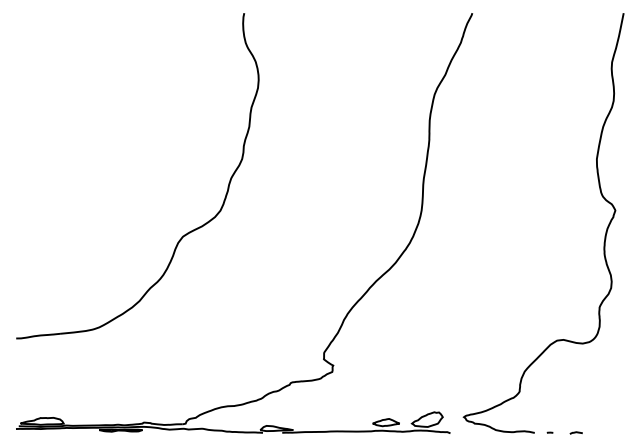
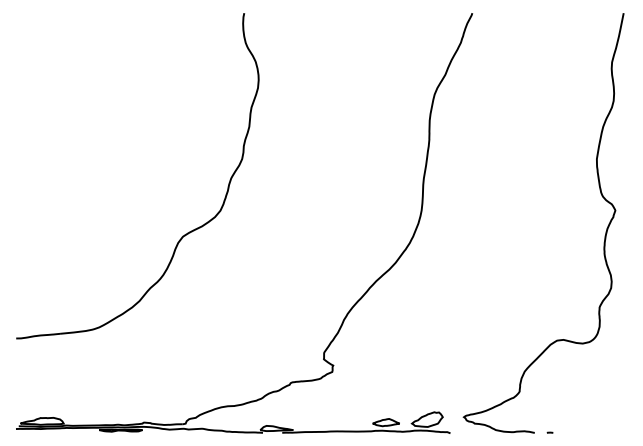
curve at (575, 432): present -> none
